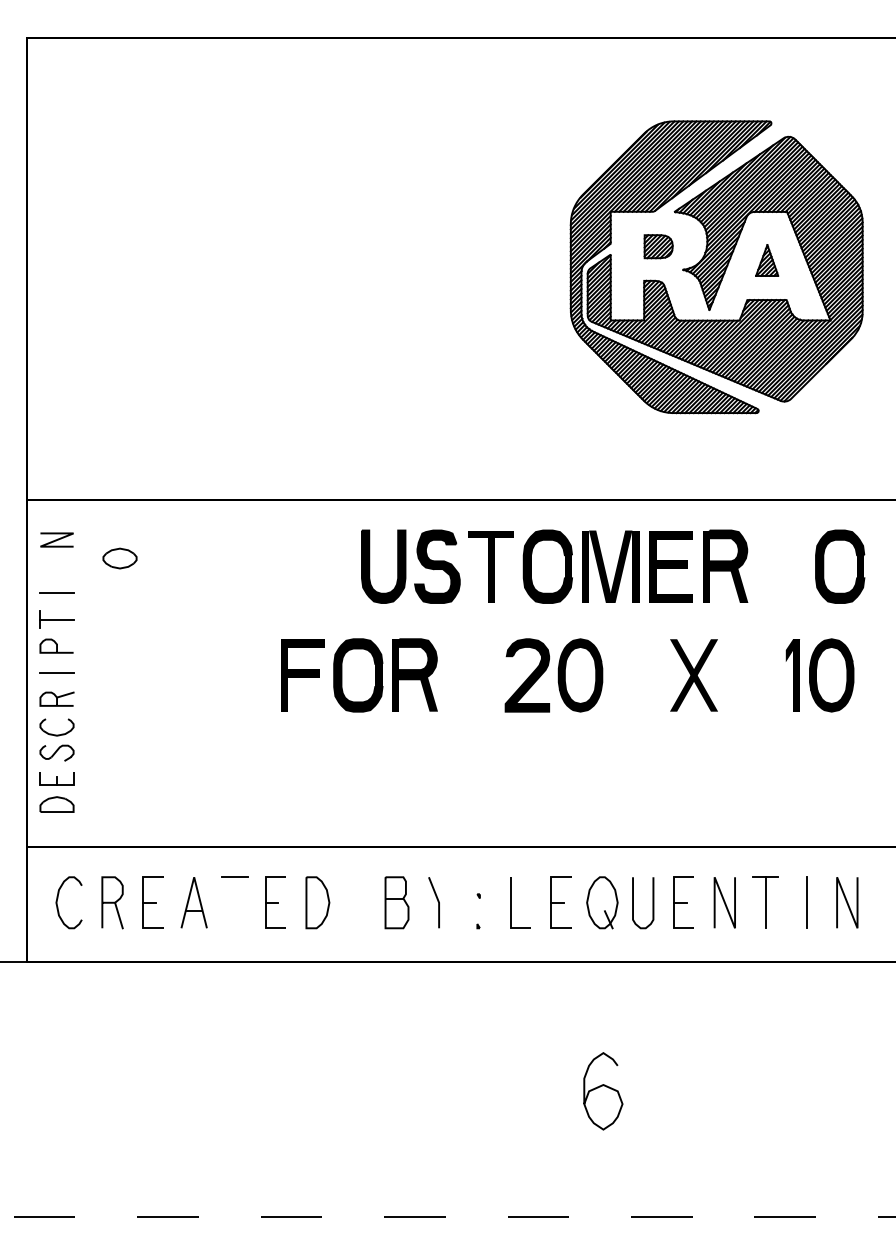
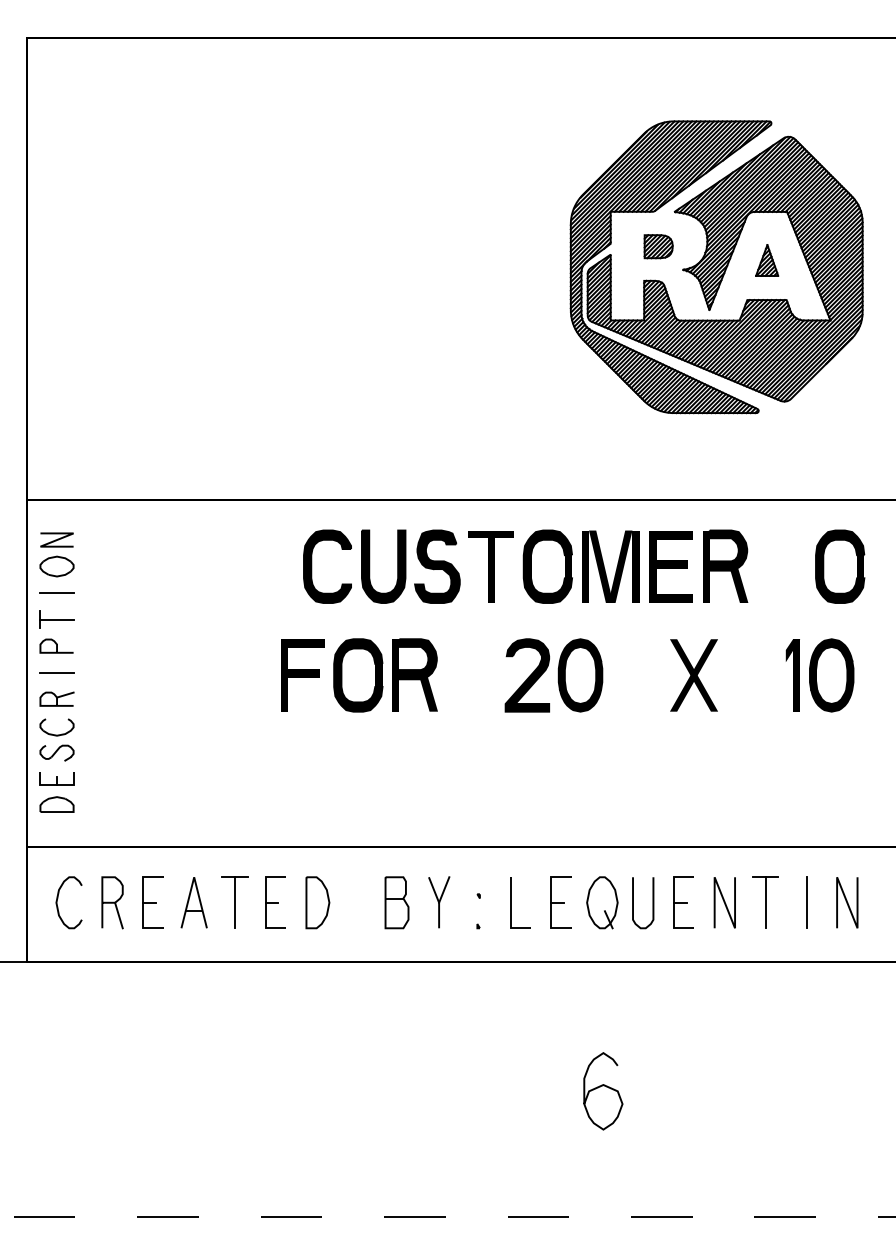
part at (119, 558) position: (119, 558) -> (56, 566)
part at (312, 566): none -> present
line at (444, 889): none -> present
line at (235, 902): none -> present
